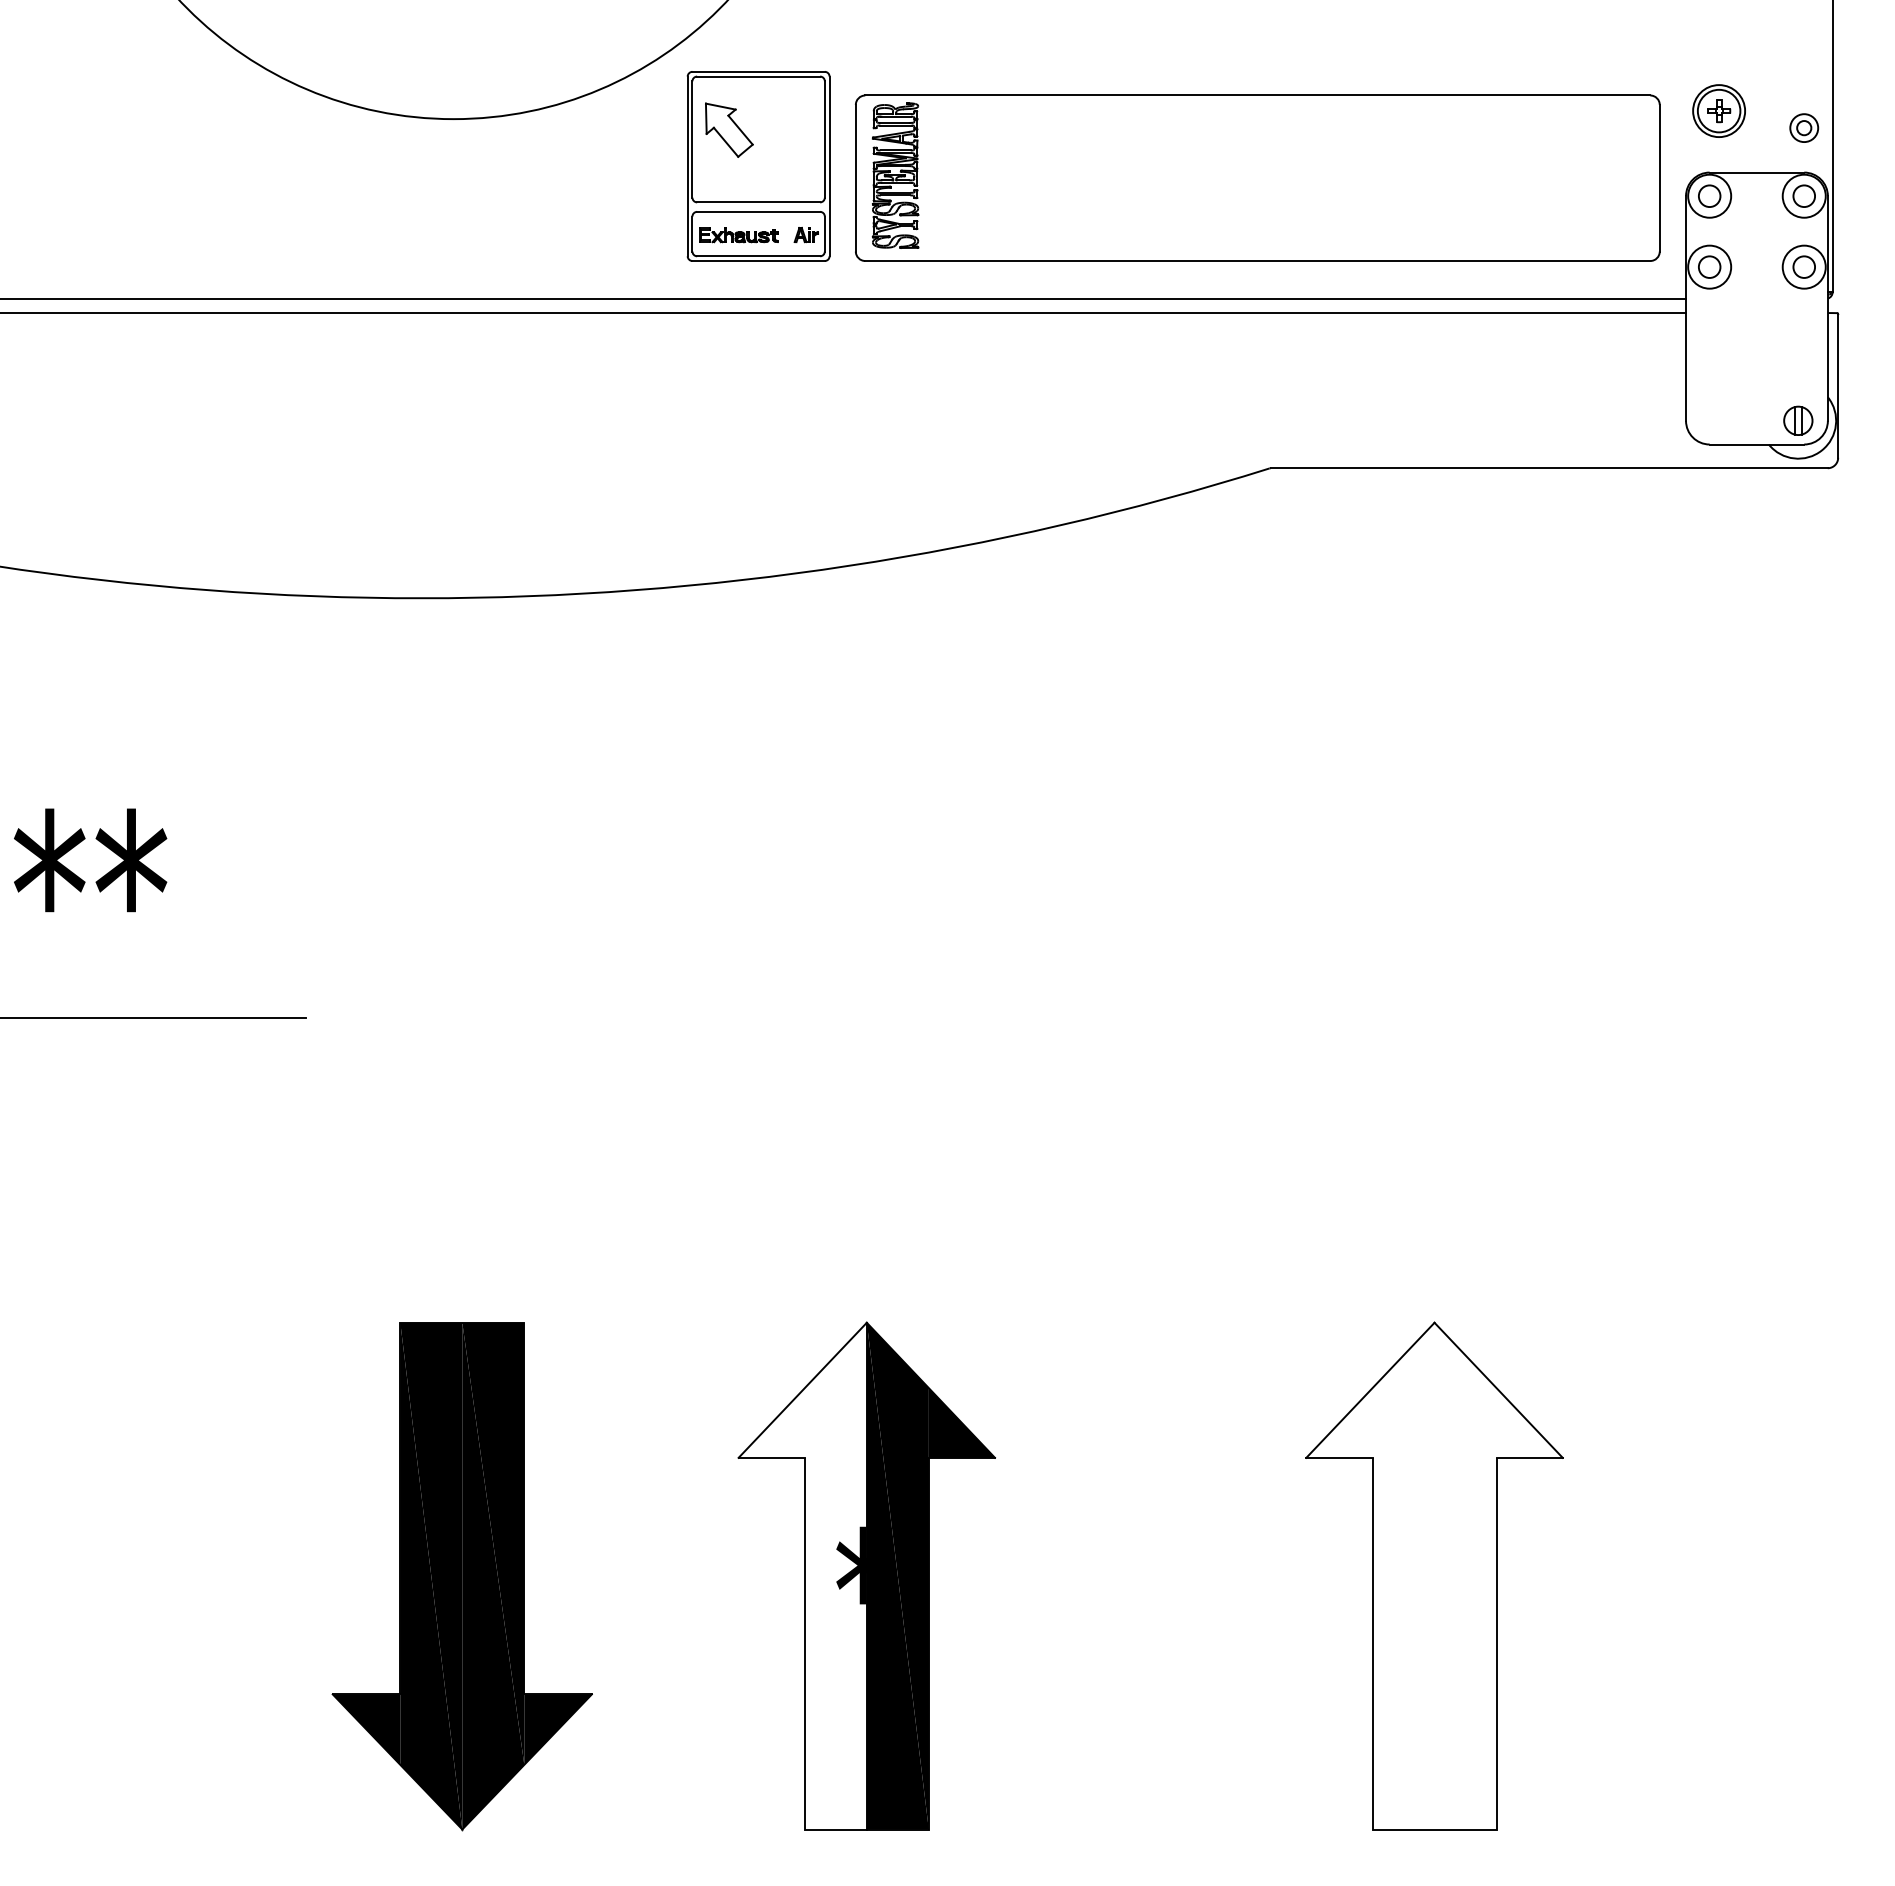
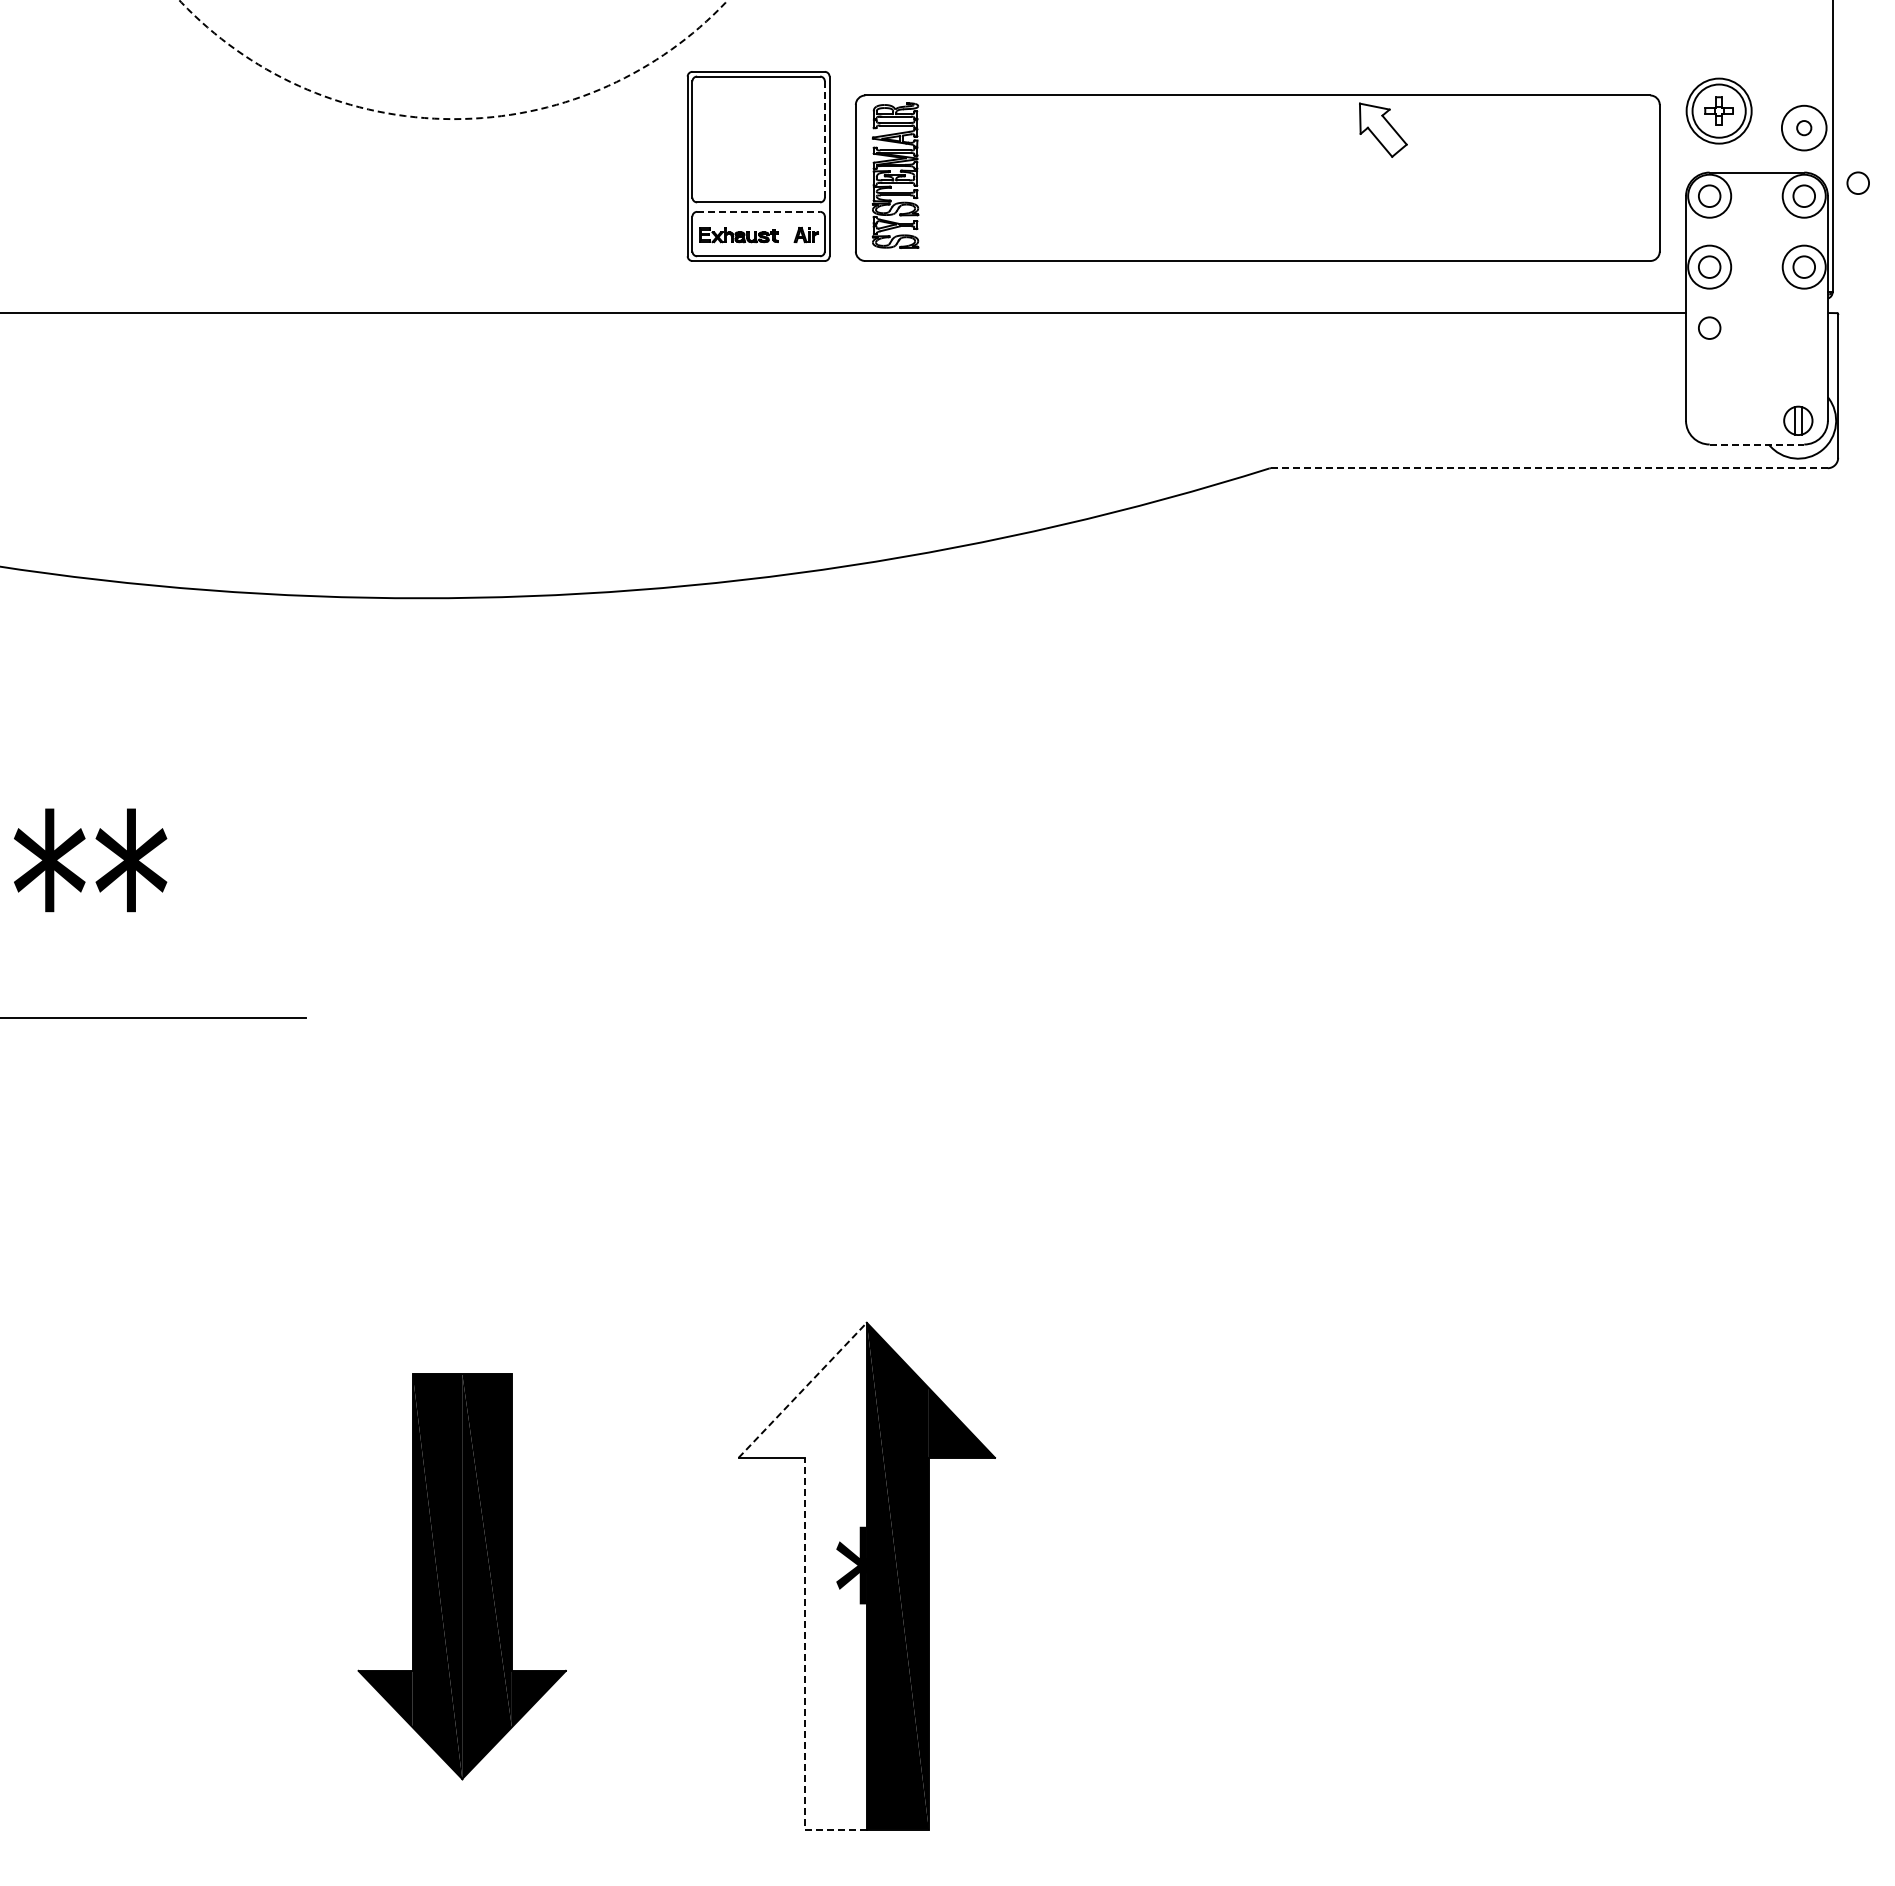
circle at (453, 59): solid -> dashed
part at (1718, 110) size: 54x54 px -> 68x68 px
circle at (1804, 128) diameter: 28 px -> 45 px
part at (729, 129) position: (729, 129) -> (1383, 129)
line at (824, 139): solid -> dashed
circle at (1857, 182): none -> present
line at (759, 211): solid -> dashed
line at (844, 298): present -> none
circle at (1709, 327): none -> present
line at (1757, 444): solid -> dashed
line at (1548, 468): solid -> dashed
line at (803, 1389): solid -> dashed
part at (1434, 1575): present -> none
part at (461, 1576) size: 262x510 px -> 210x408 px
line at (804, 1675): solid -> dashed
